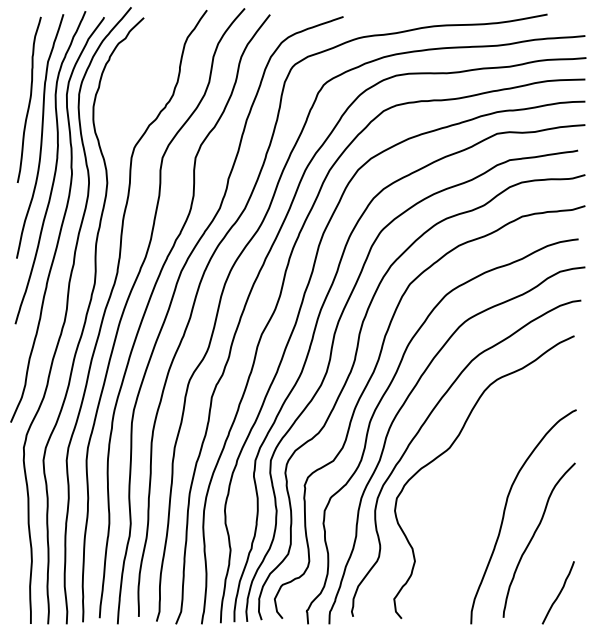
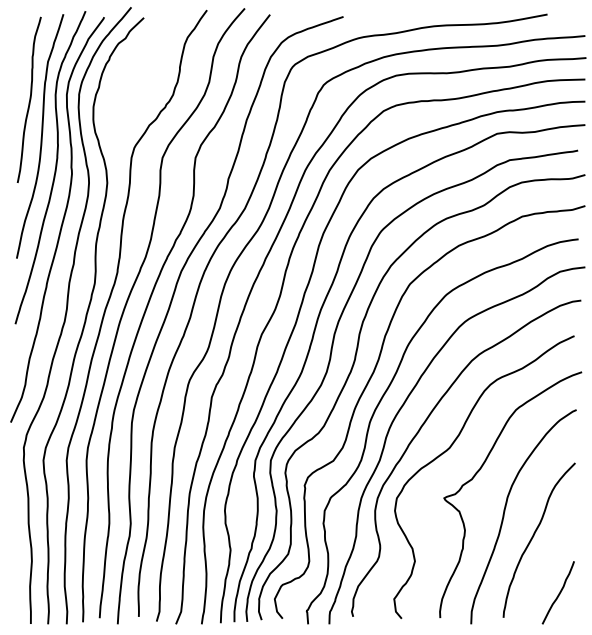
curve at (480, 470): none -> present
